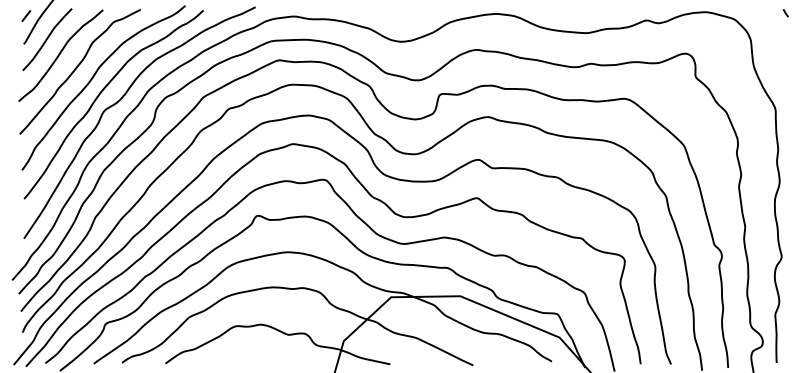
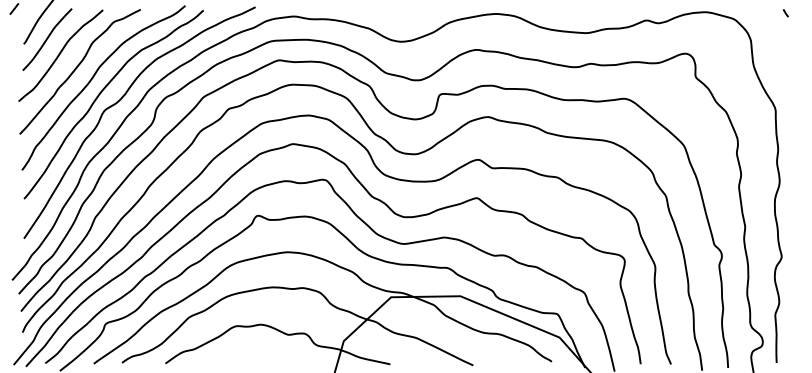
line at (26, 15) position: (26, 15) -> (14, 8)
